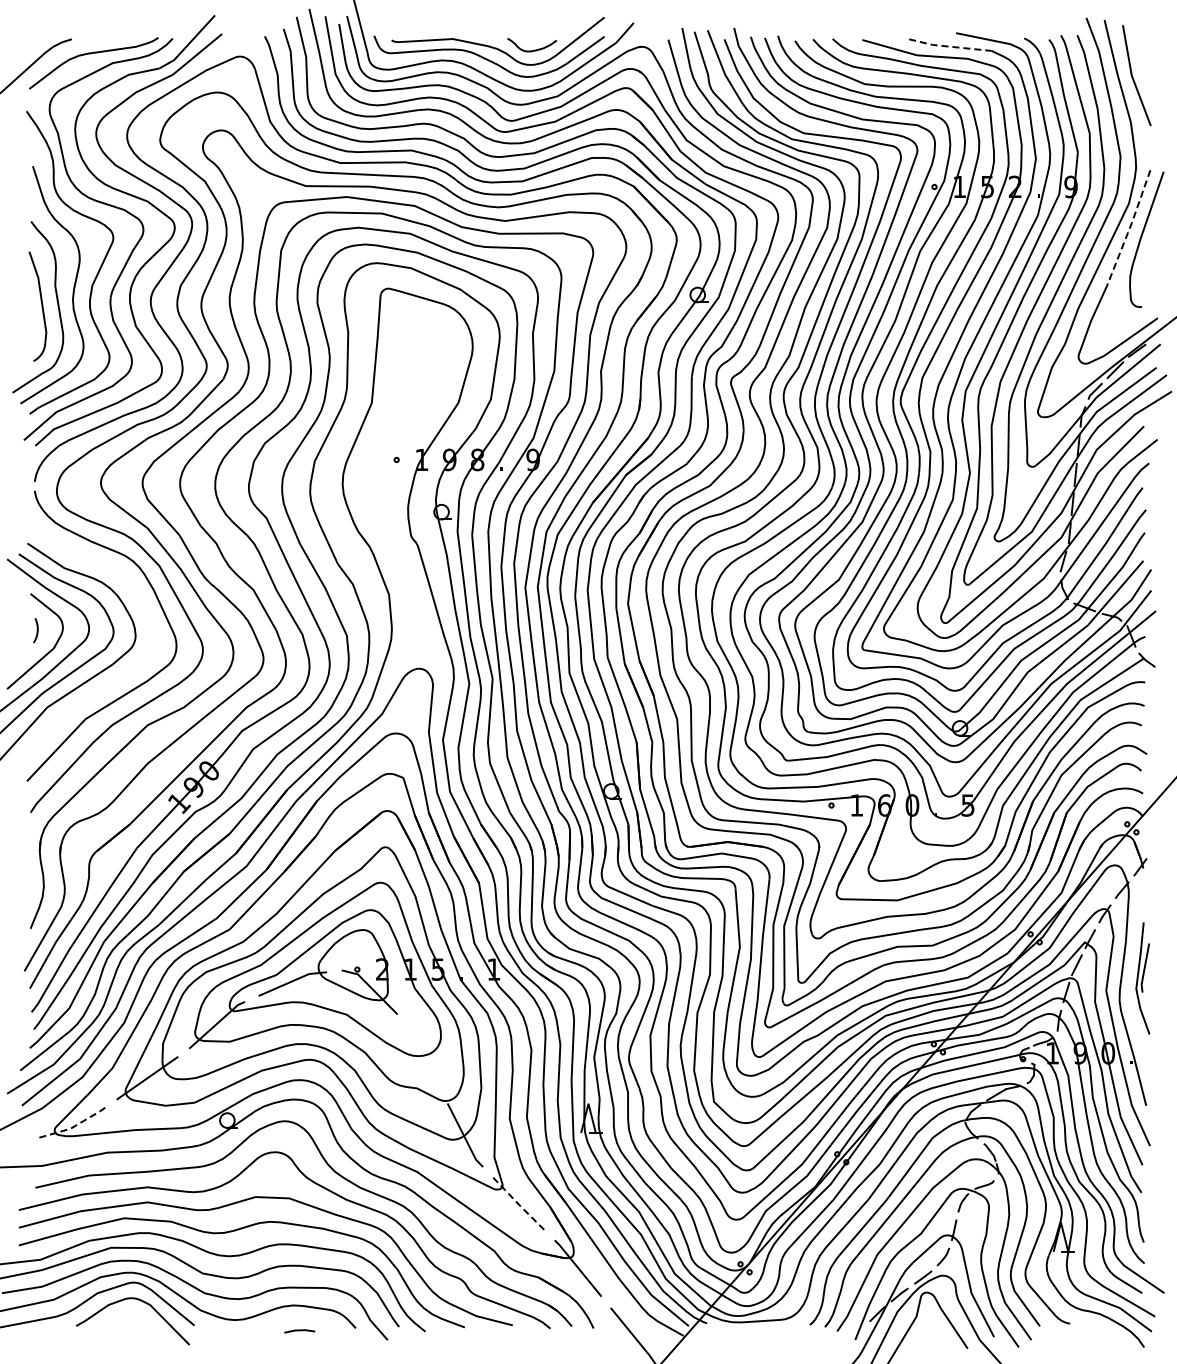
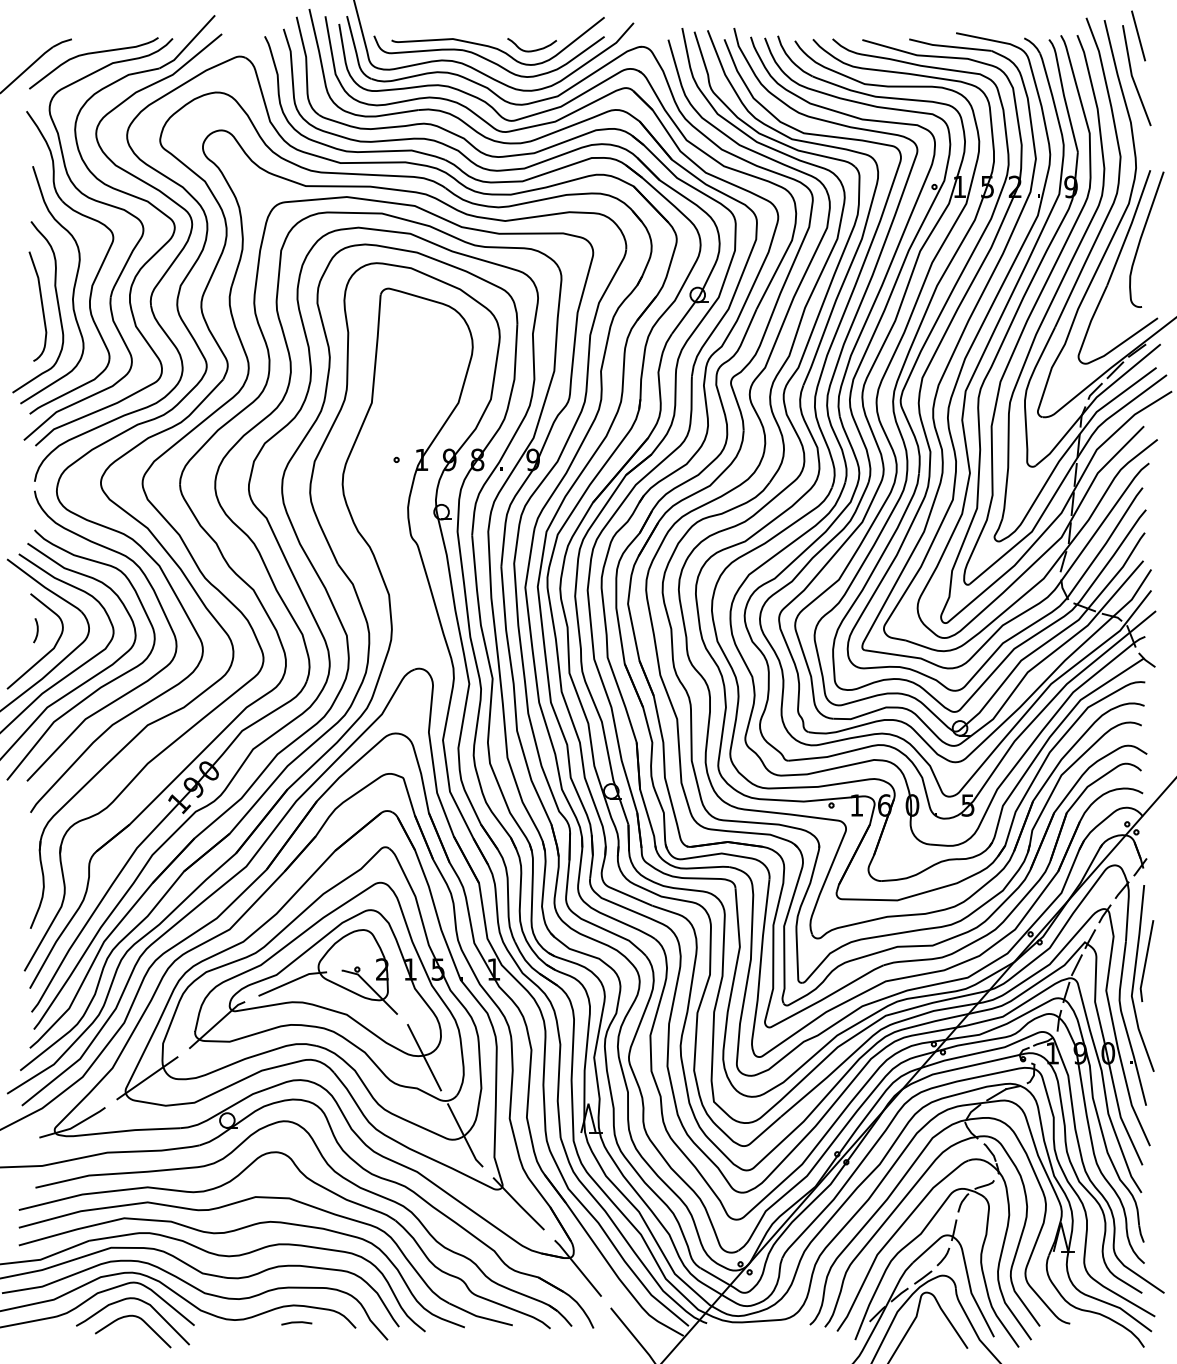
line at (1138, 35): none -> present
line at (949, 46): dashed -> solid
line at (1129, 227): dashed -> solid
curve at (100, 686): none -> present
part at (1142, 978) size: 16x113 px -> 24x187 px
line at (424, 1057): none -> present
line at (74, 1126): dashed -> solid
line at (518, 1204): dashed -> solid
curve at (142, 1321): none -> present
line at (299, 1331) position: (299, 1331) -> (296, 1323)
